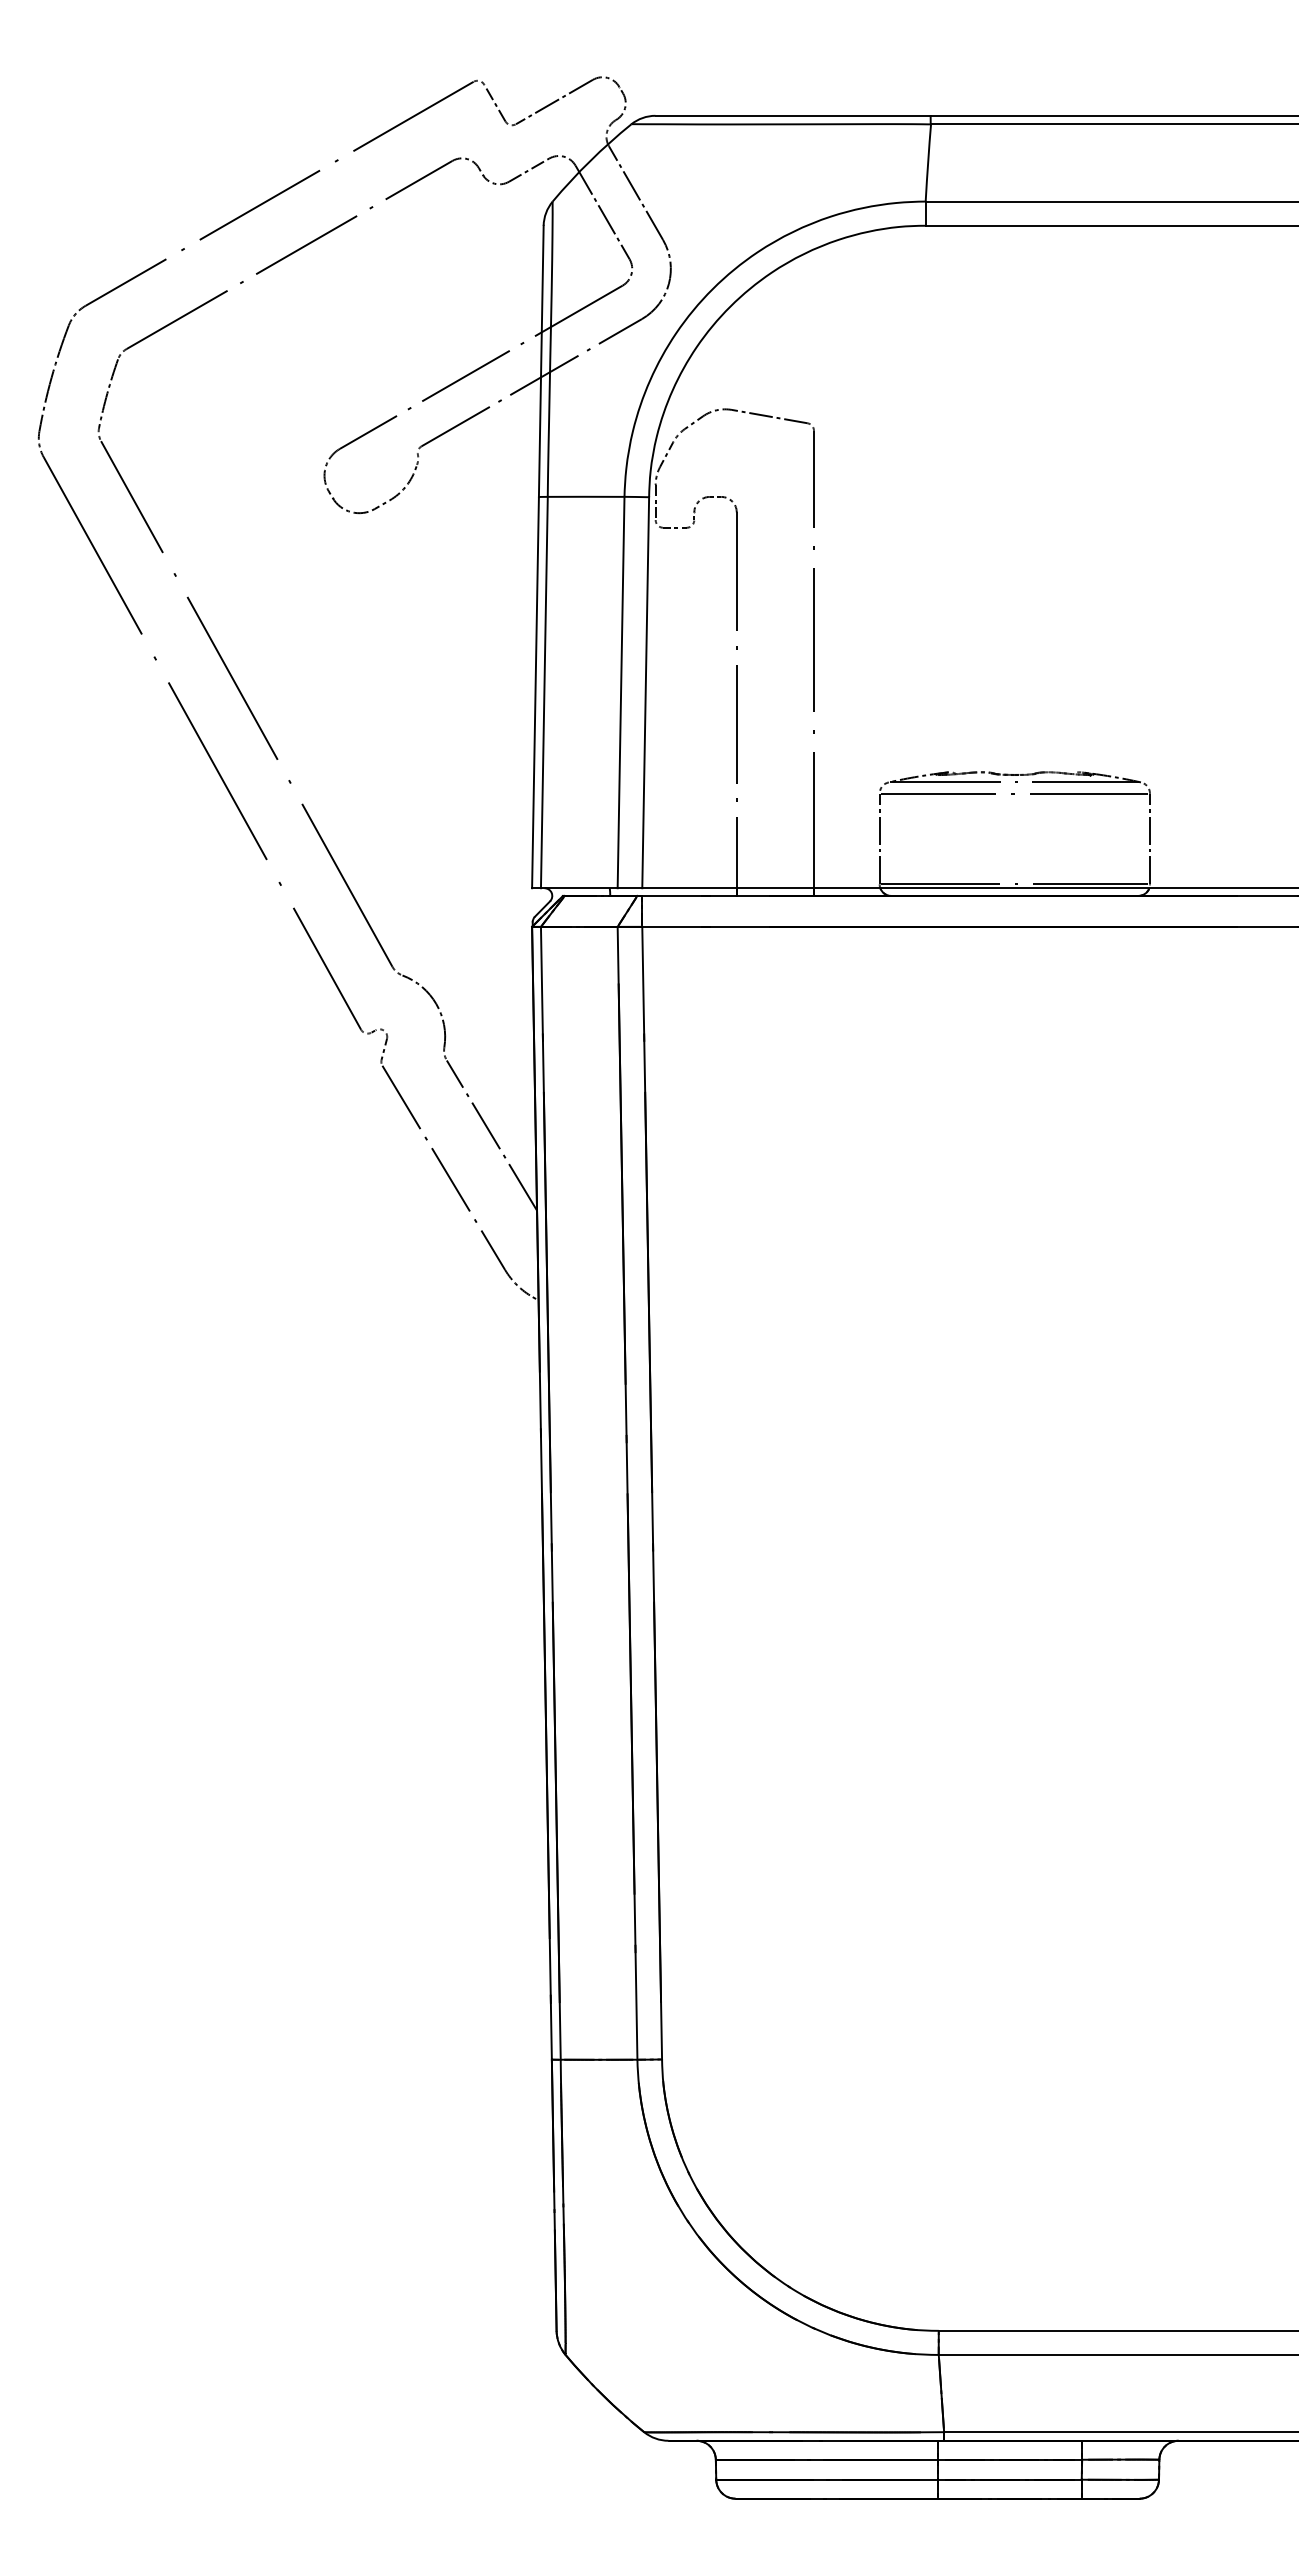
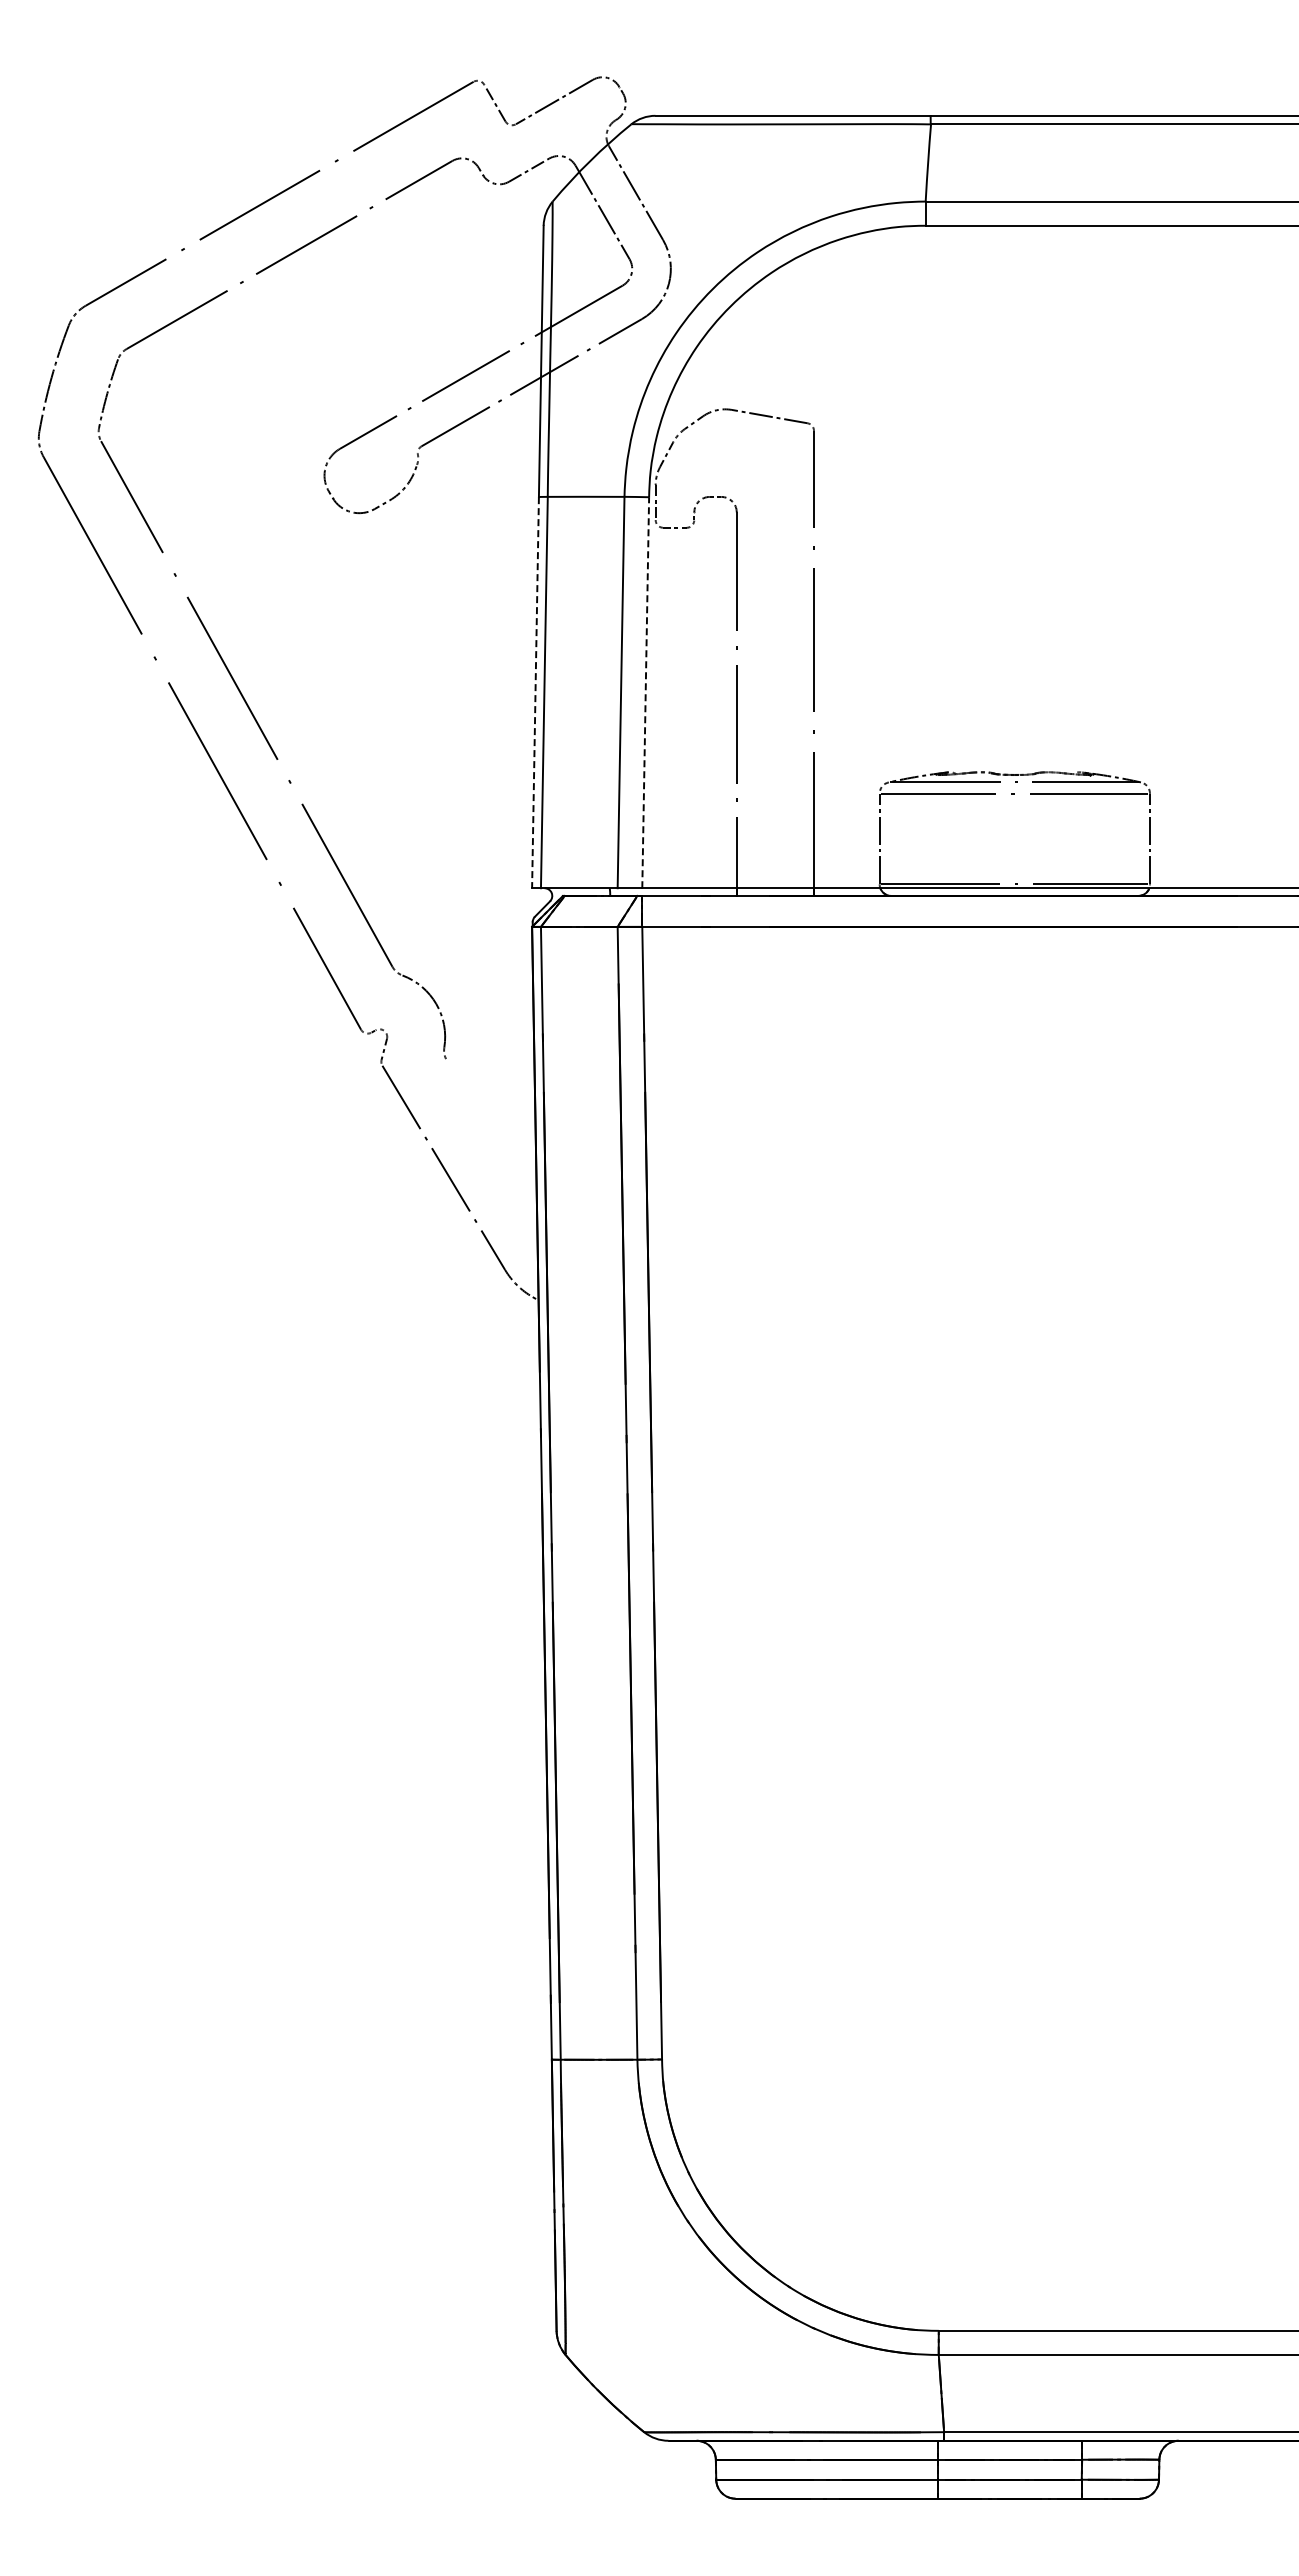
line at (535, 692): solid -> dashed
line at (645, 692): solid -> dashed
line at (491, 1135): present -> none
